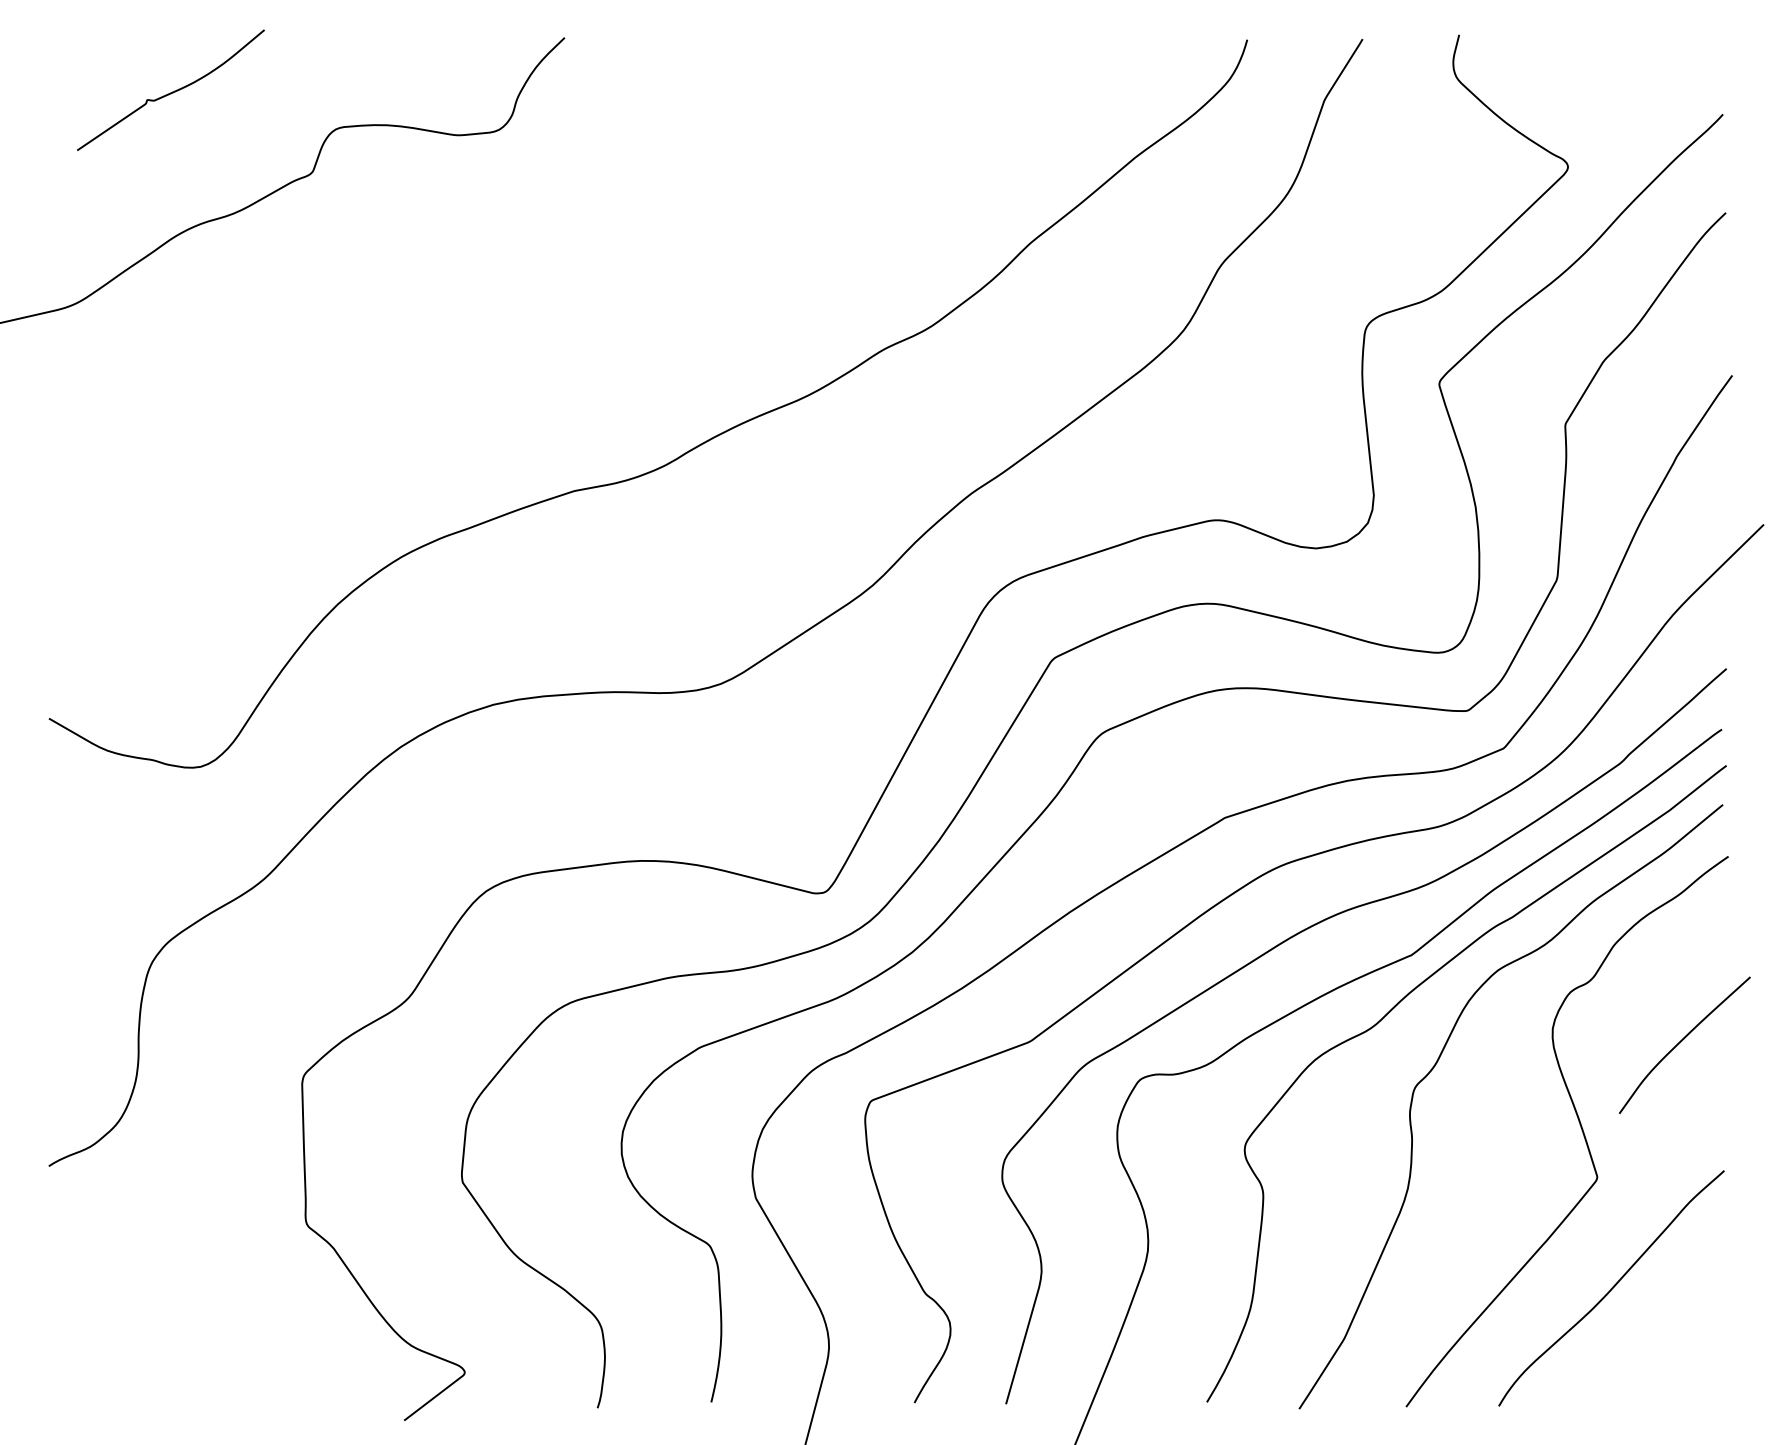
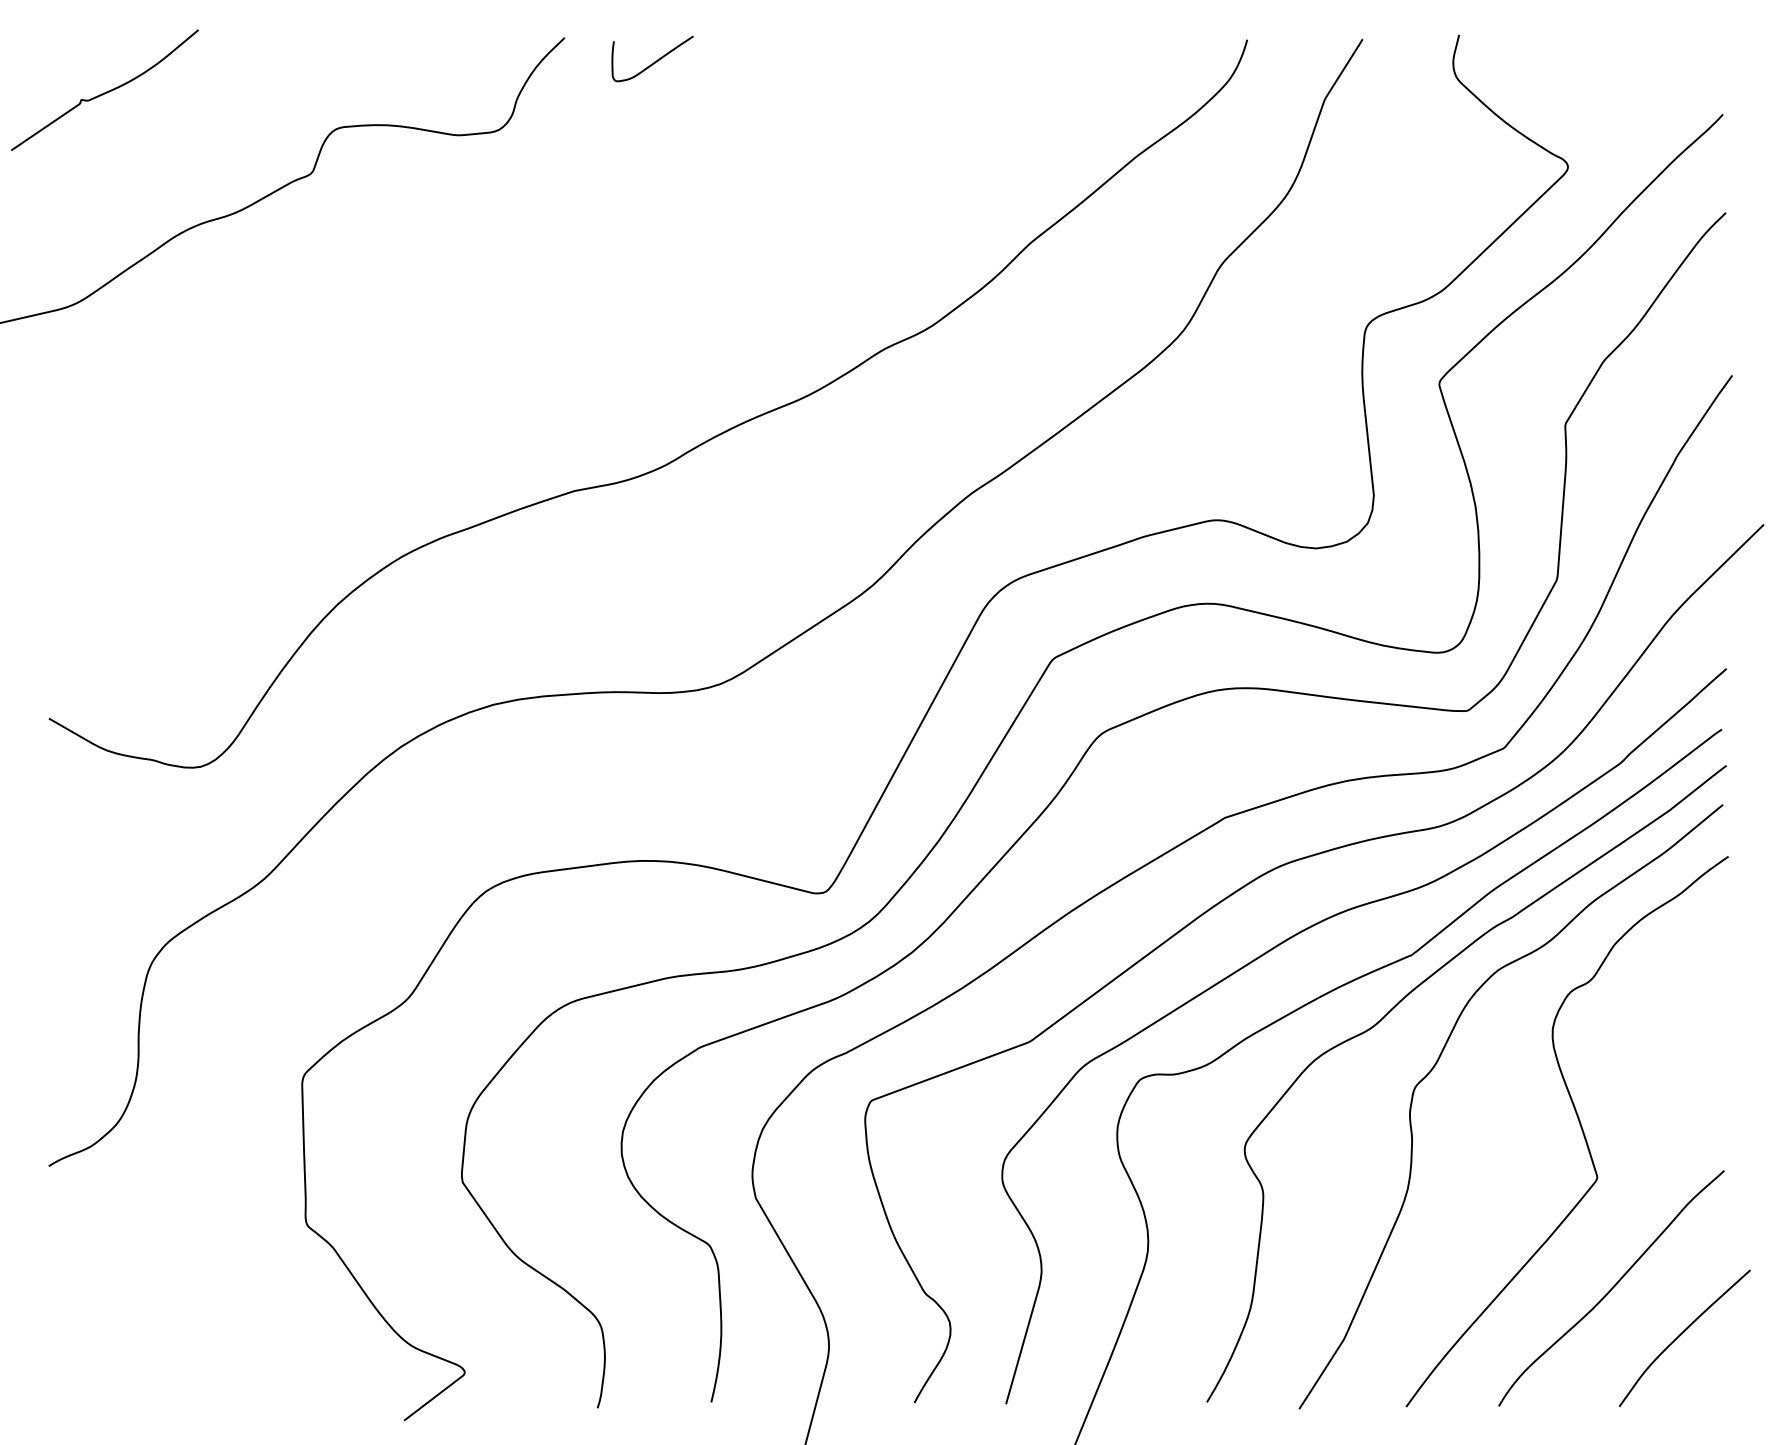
curve at (654, 61): none -> present
curve at (172, 91) position: (172, 91) -> (106, 91)
curve at (1682, 1041) position: (1682, 1041) -> (1682, 1334)
